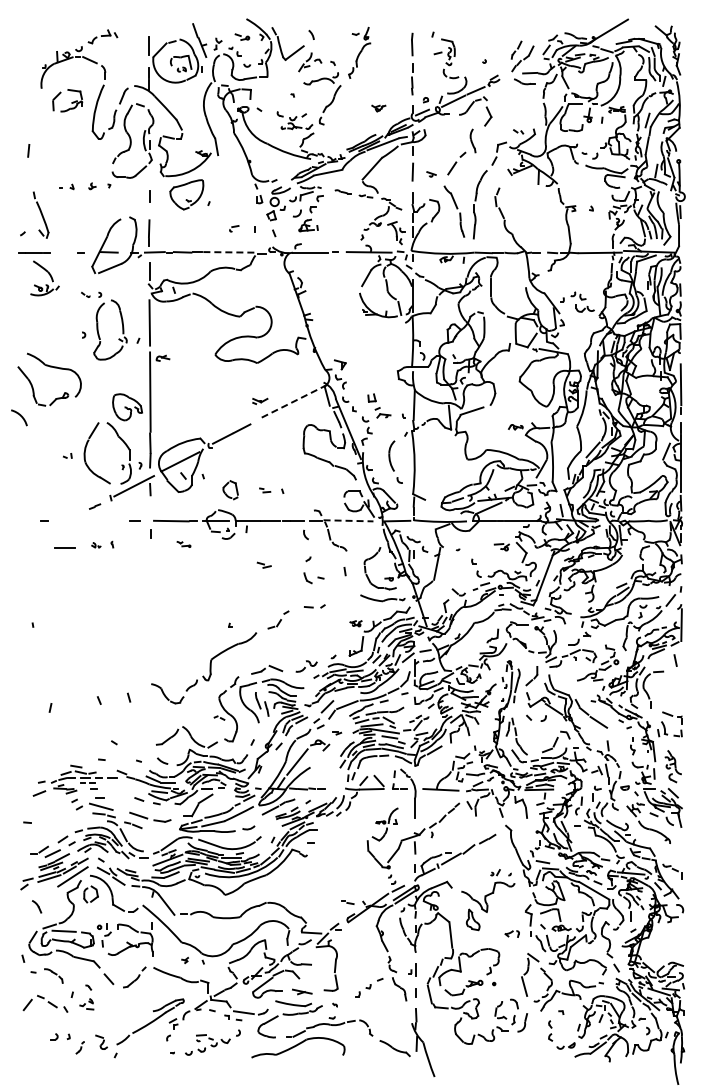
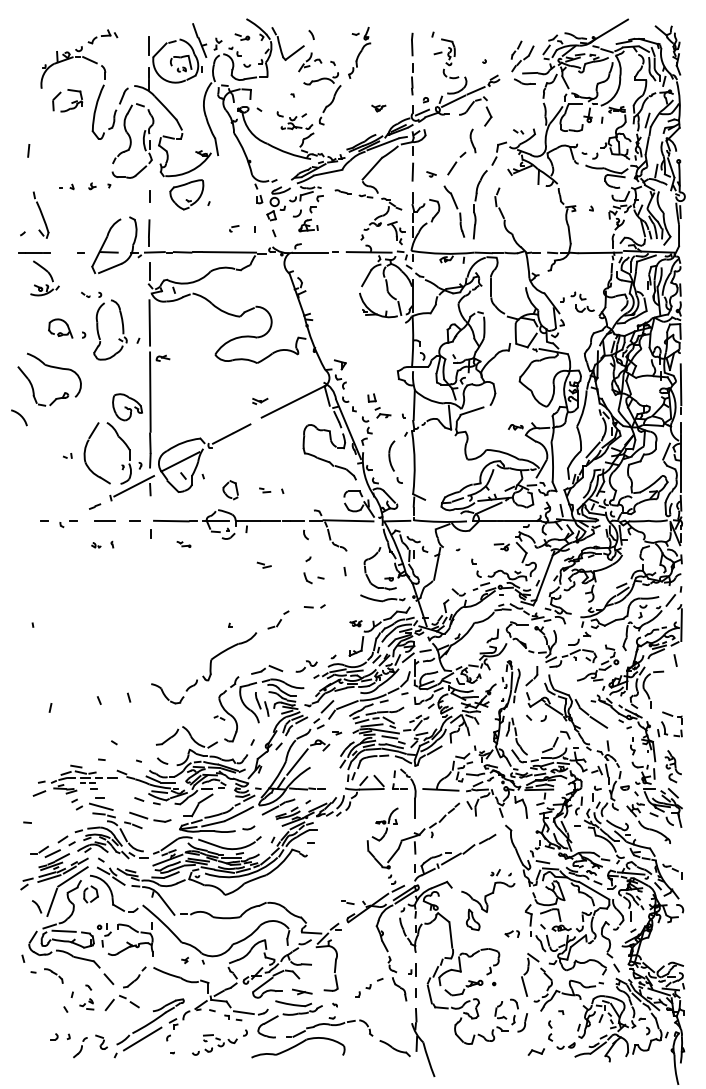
line at (230, 252): dashed -> solid
part at (60, 328): none -> present
line at (294, 401): dashed -> solid
line at (348, 520): dashed -> solid
part at (68, 524): none -> present
line at (64, 547) position: (64, 547) -> (104, 520)
line at (52, 902): none -> present
part at (39, 1002) position: (39, 1002) -> (121, 1002)
line at (142, 1038): none -> present
part at (212, 1042) position: (212, 1042) -> (219, 1042)
part at (79, 1047) size: 10x14 px -> 15x22 px
part at (535, 1051): none -> present
